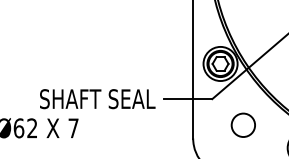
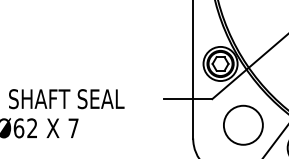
text at (97, 99) position: (97, 99) -> (66, 99)
circle at (243, 125) diameter: 23 px -> 39 px
line at (275, 141): none -> present
